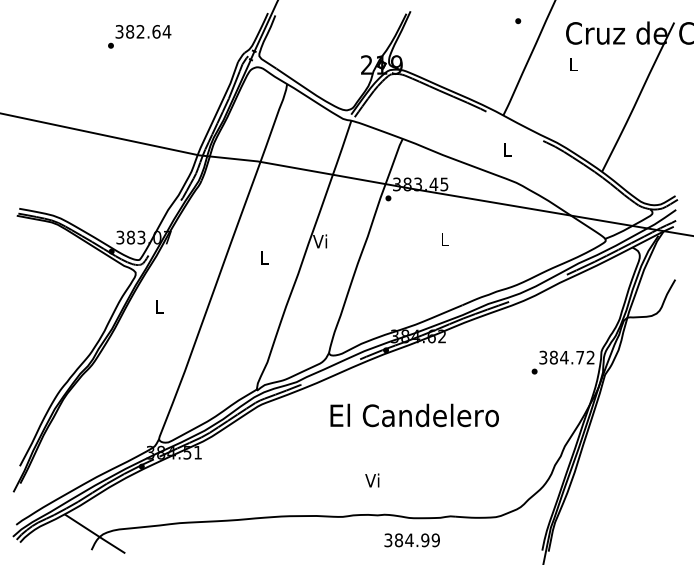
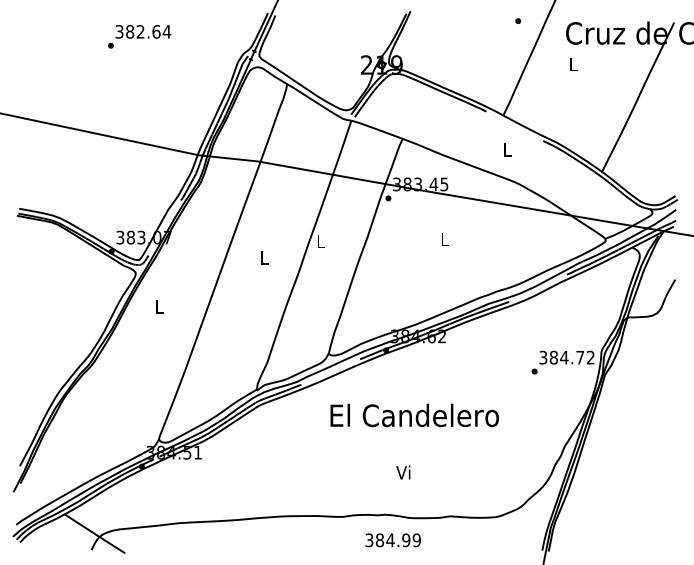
text at (320, 241): Vi -> L
text at (372, 480) position: (372, 480) -> (403, 472)
text at (411, 540) position: (411, 540) -> (392, 540)
